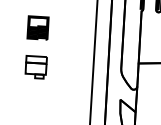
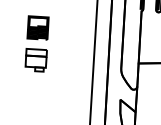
part at (35, 67) position: (35, 67) -> (35, 60)
